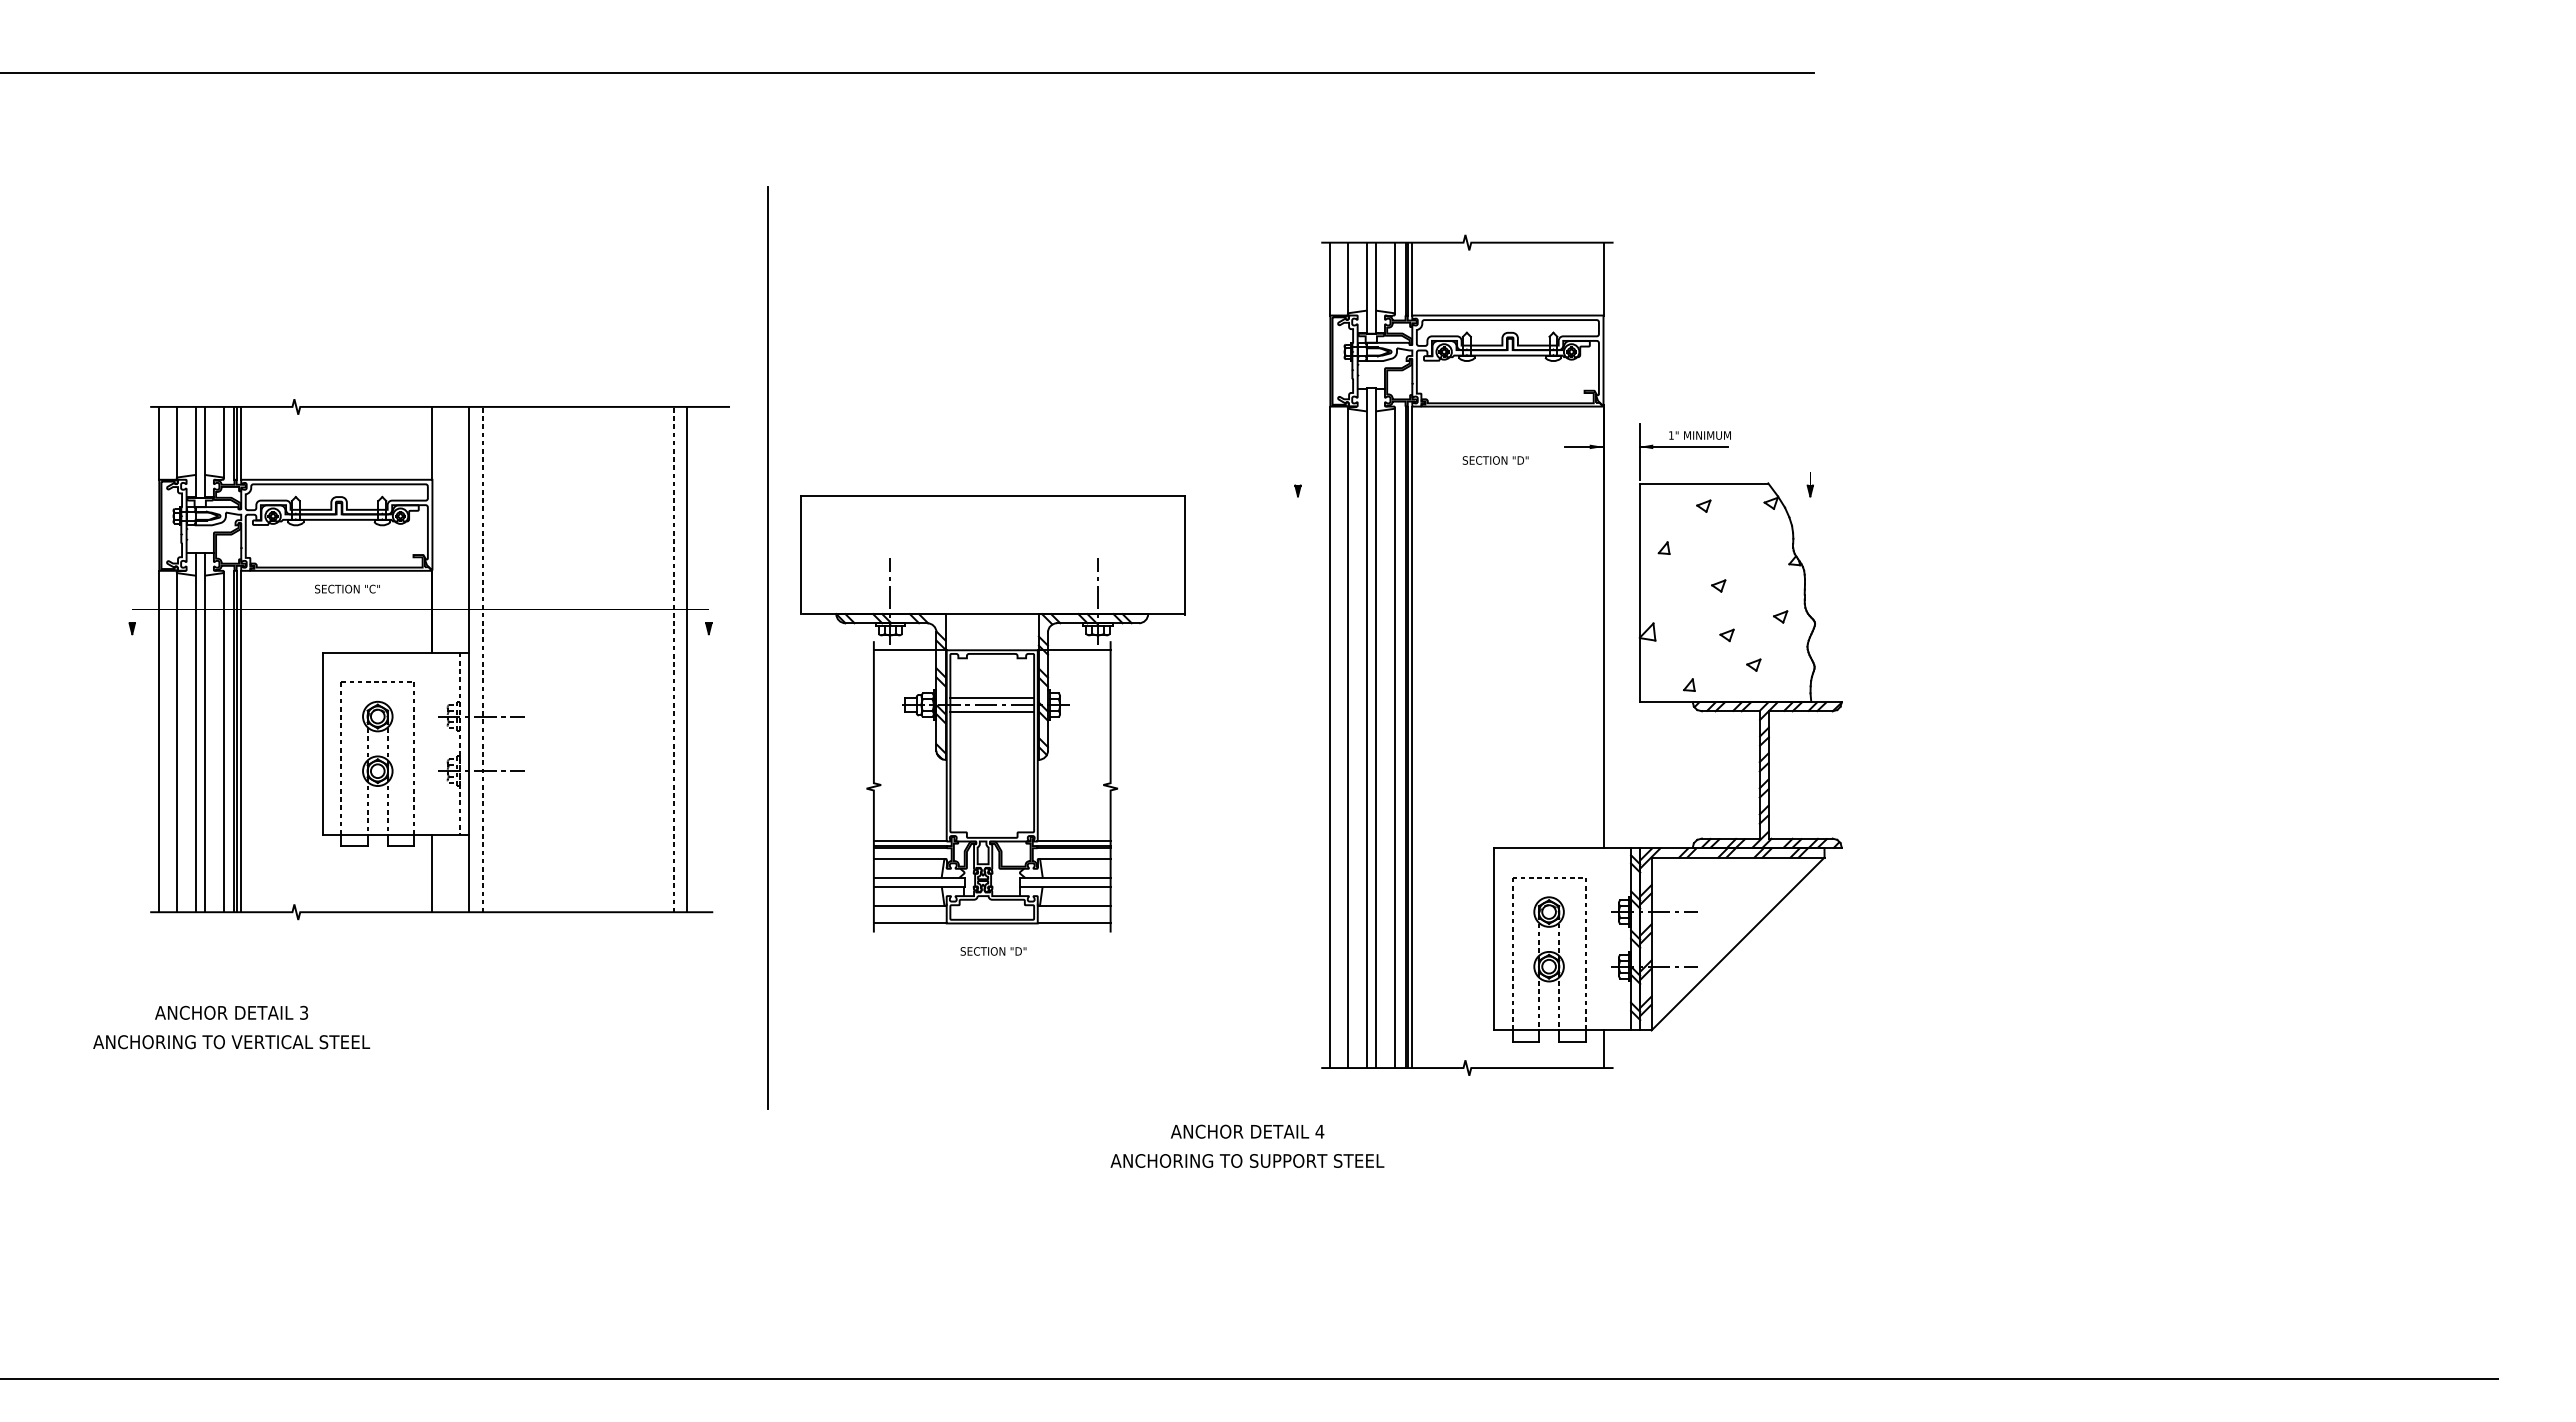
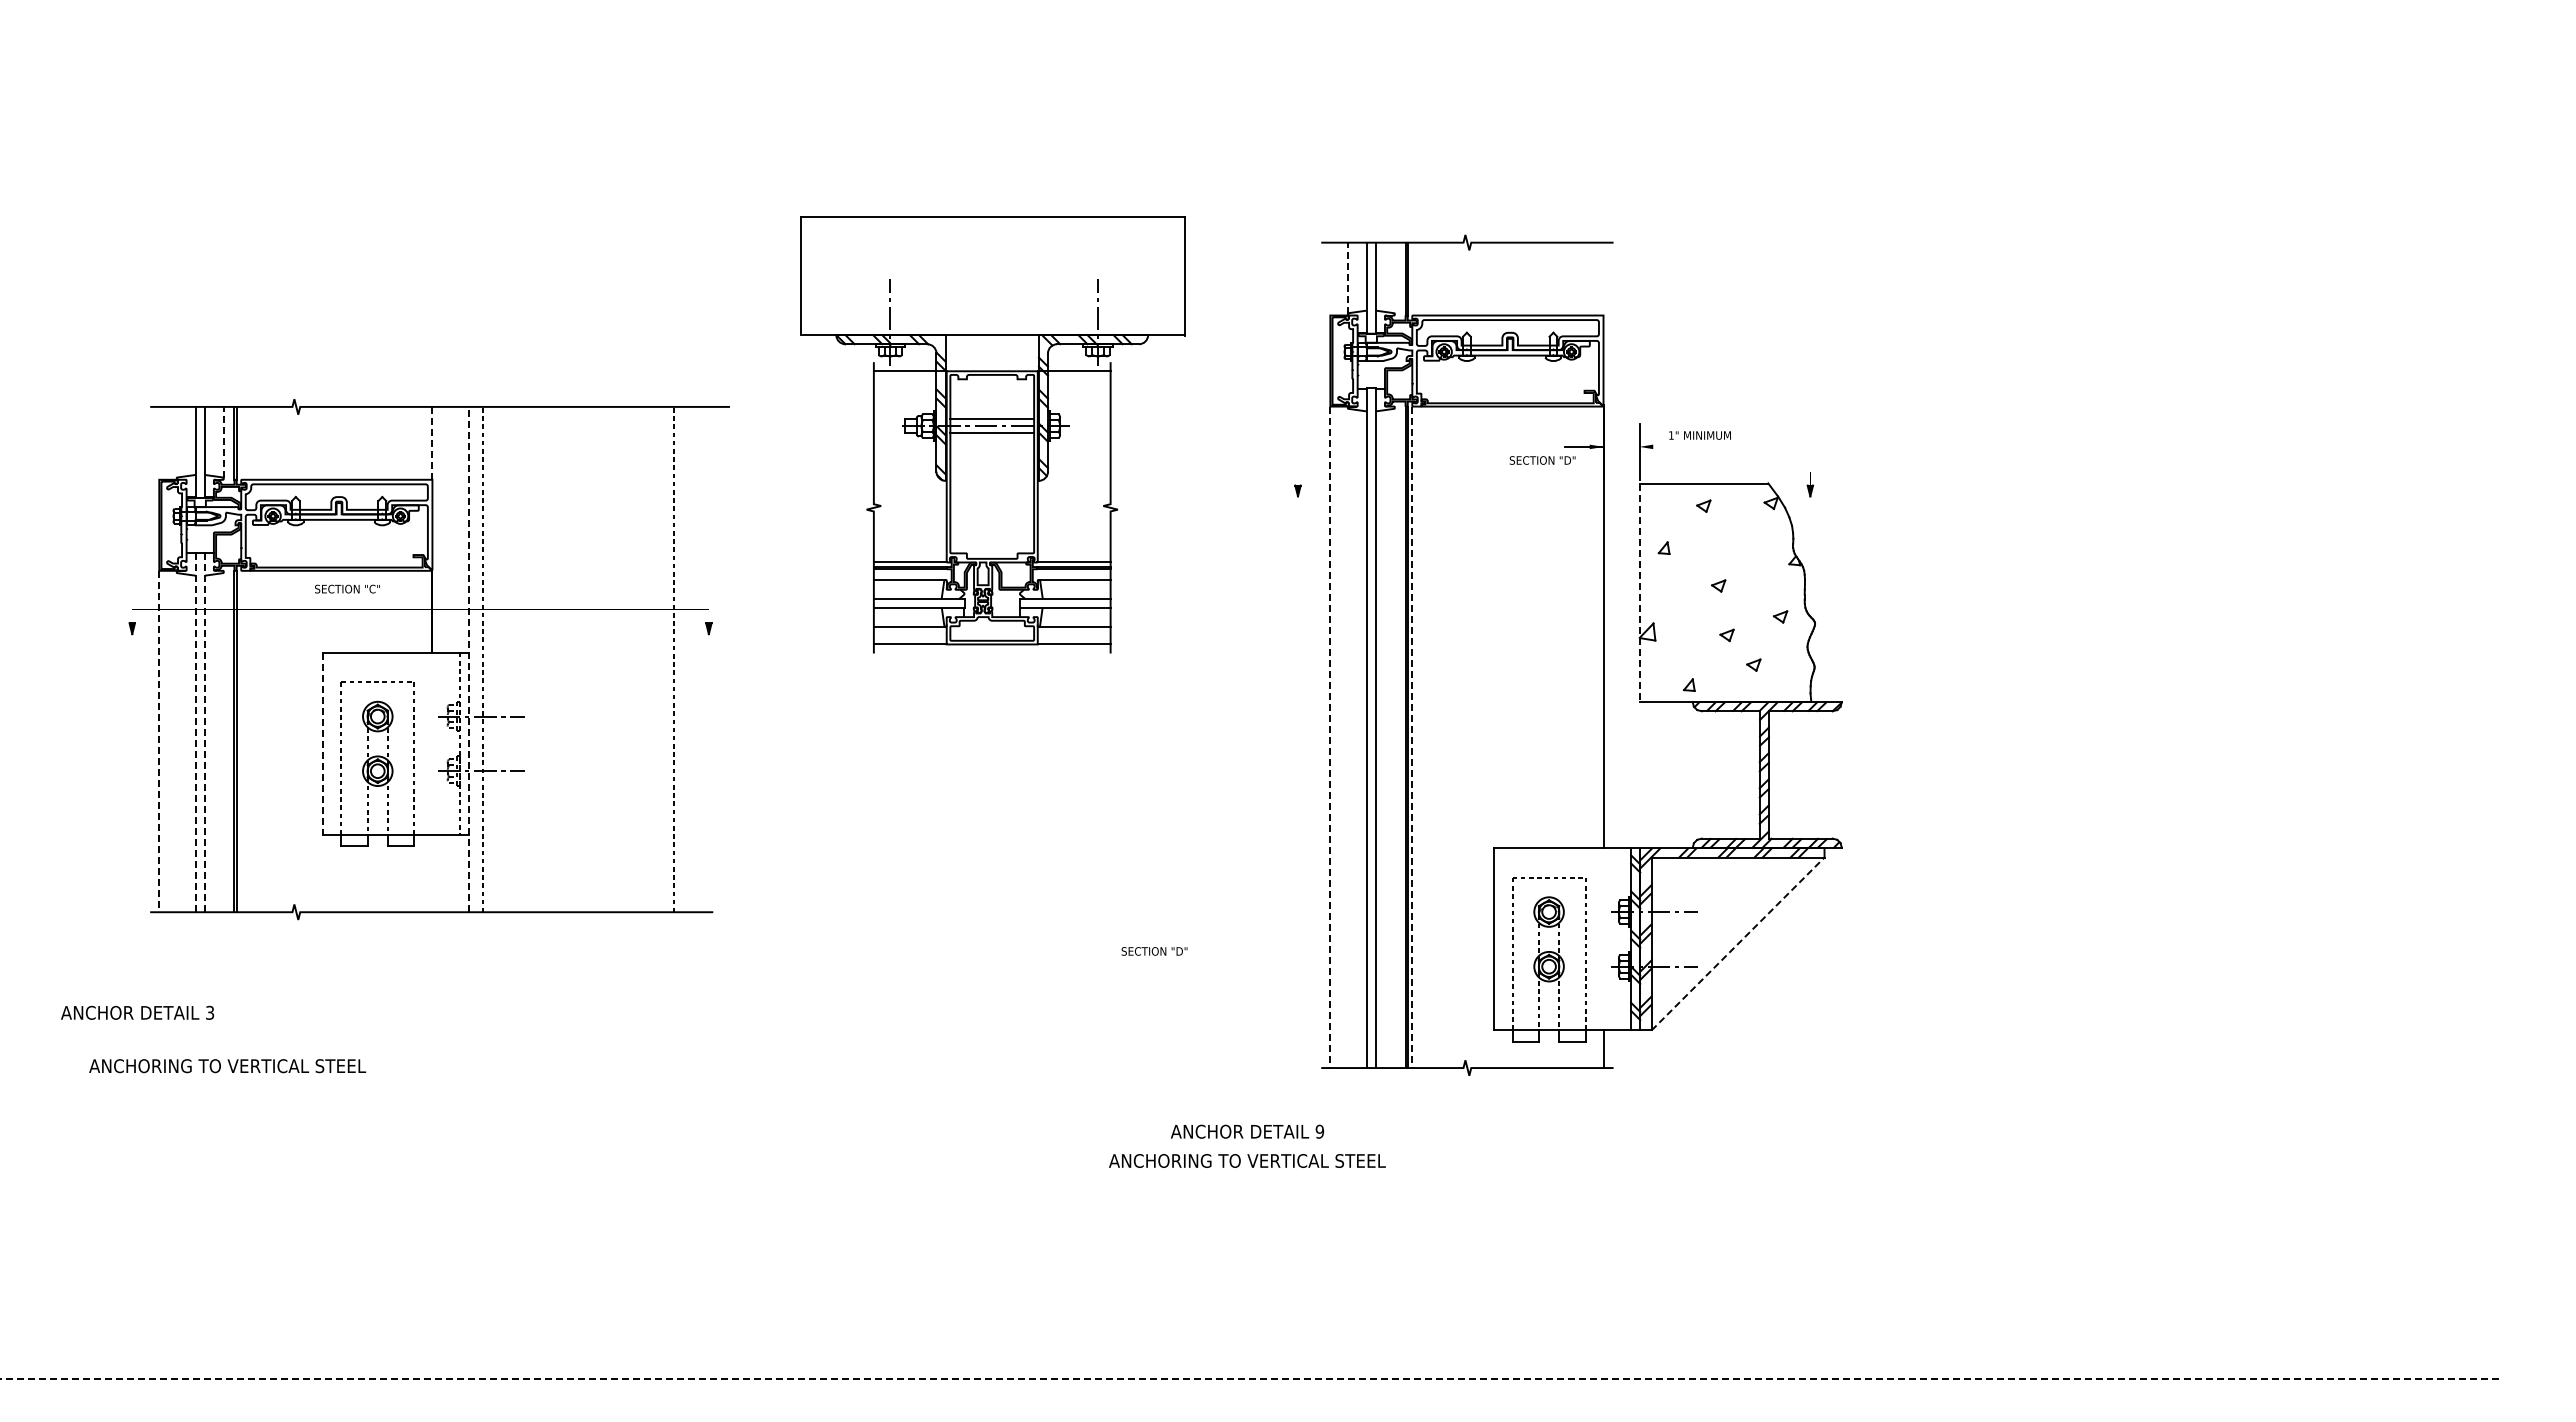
line at (908, 73): present -> none
line at (1394, 277): present -> none
line at (1330, 278): present -> none
line at (1347, 278): solid -> dashed
line at (1412, 278): present -> none
line at (1603, 278): present -> none
line at (159, 442): present -> none
line at (176, 442): present -> none
line at (223, 442): solid -> dashed
line at (241, 442): present -> none
line at (432, 442): solid -> dashed
line at (1683, 446): present -> none
text at (1495, 460) position: (1495, 460) -> (1542, 460)
line at (1639, 593): solid -> dashed
line at (767, 647): present -> none
line at (468, 659): solid -> dashed
line at (687, 660): present -> none
part at (992, 713) position: (992, 713) -> (992, 434)
line at (195, 732): solid -> dashed
line at (204, 732): solid -> dashed
line at (1330, 737): solid -> dashed
line at (1412, 737): solid -> dashed
line at (1347, 738): present -> none
line at (1394, 738): present -> none
line at (159, 741): solid -> dashed
line at (241, 741): present -> none
line at (176, 742): present -> none
line at (223, 742): present -> none
line at (323, 744): solid -> dashed
line at (432, 873): present -> none
line at (1738, 943): solid -> dashed
text at (993, 951) position: (993, 951) -> (1154, 951)
text at (231, 1012) position: (231, 1012) -> (137, 1012)
text at (231, 1042) position: (231, 1042) -> (227, 1066)
text at (1319, 1131): 4 -> 9
text at (1247, 1160): ANCHORING TO SUPPORT STEEL -> ANCHORING TO VERTICAL STEEL
line at (1248, 1379): solid -> dashed
